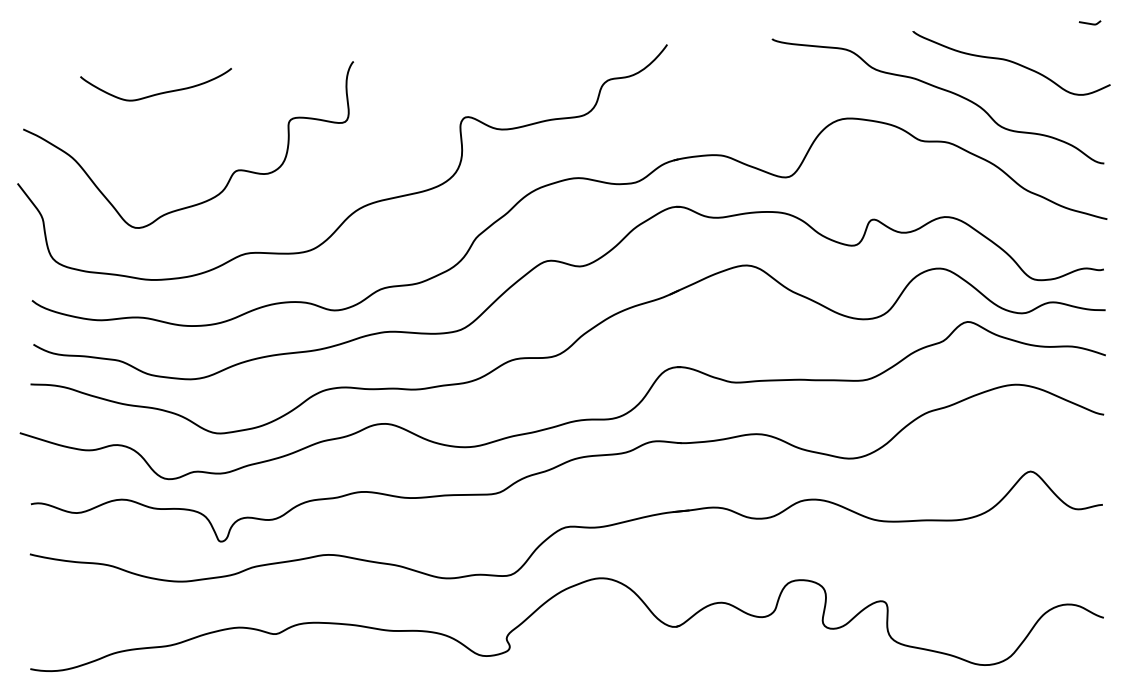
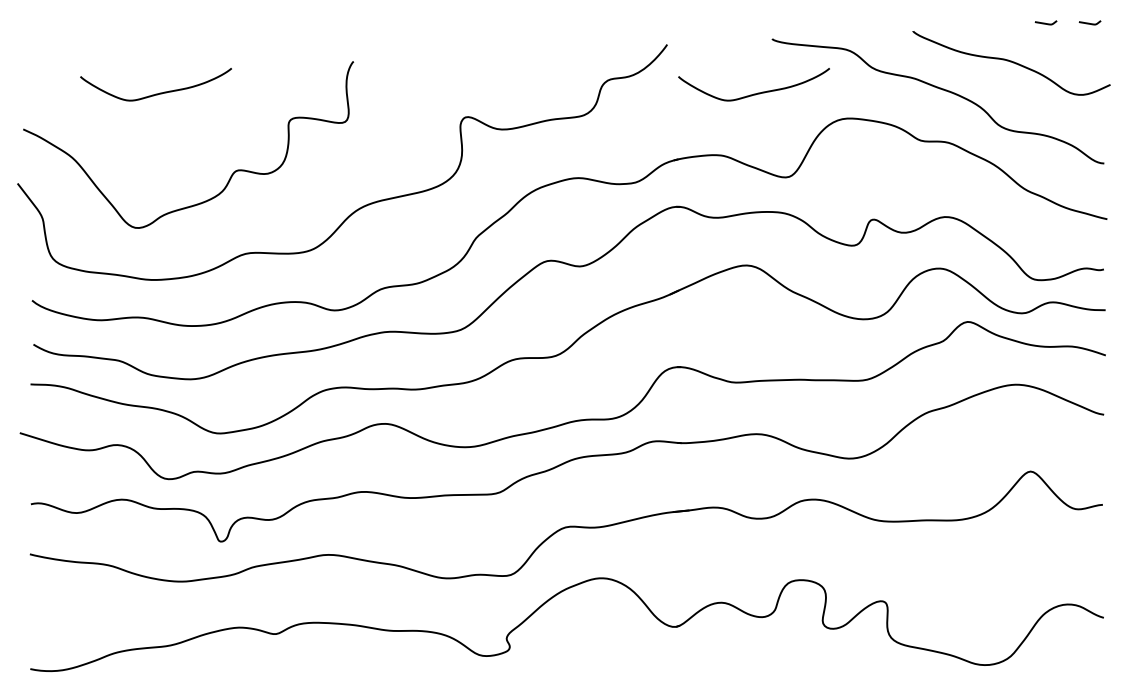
curve at (1045, 22): none -> present
curve at (757, 92): none -> present
